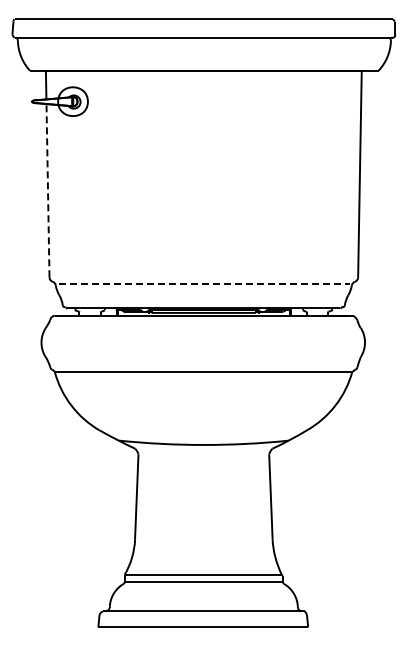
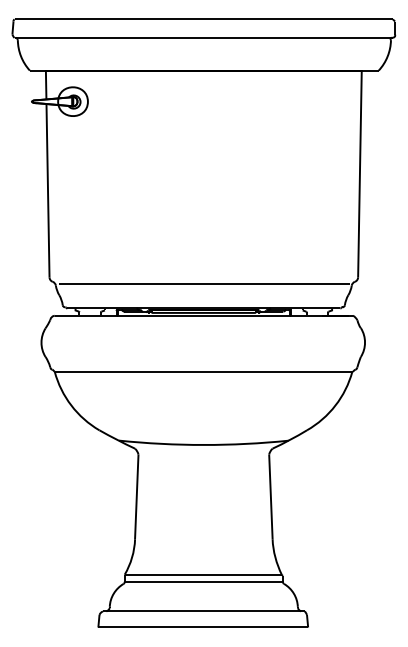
line at (48, 190): dashed -> solid
line at (204, 283): dashed -> solid
